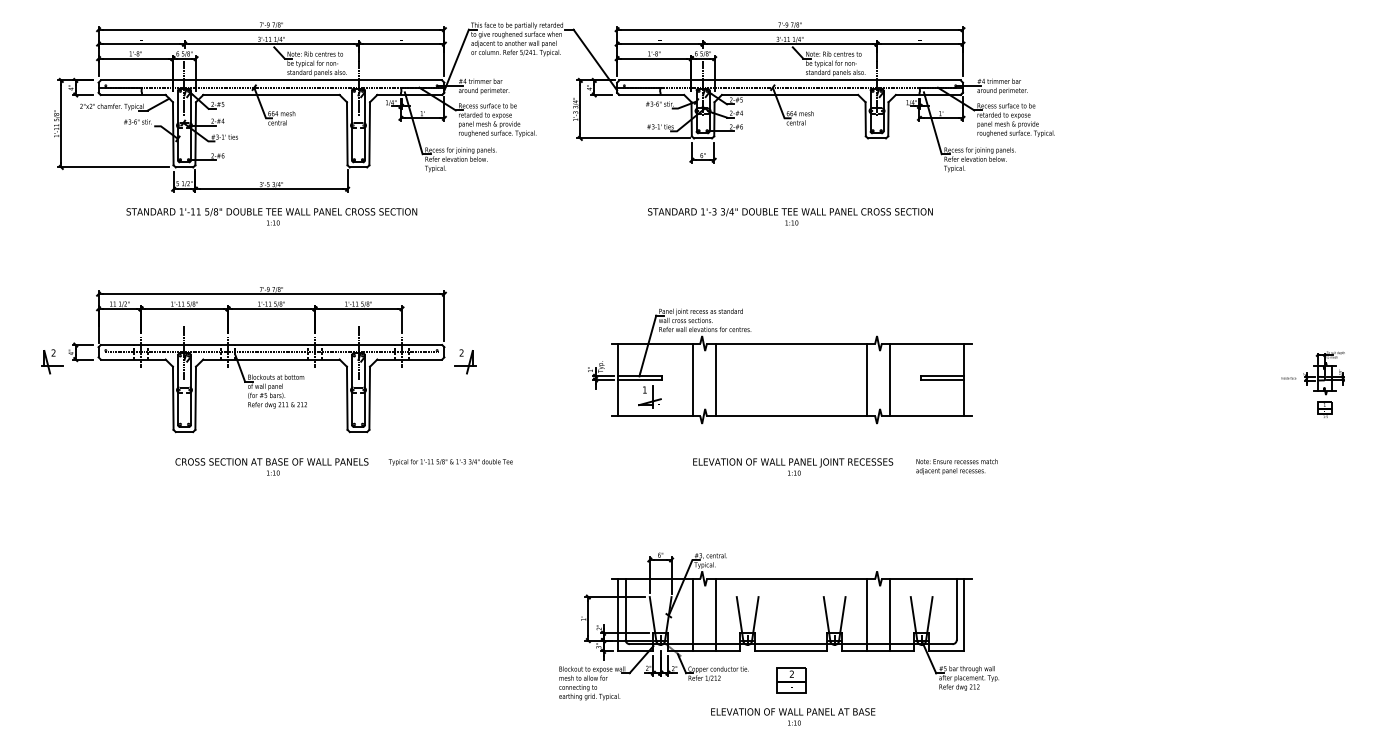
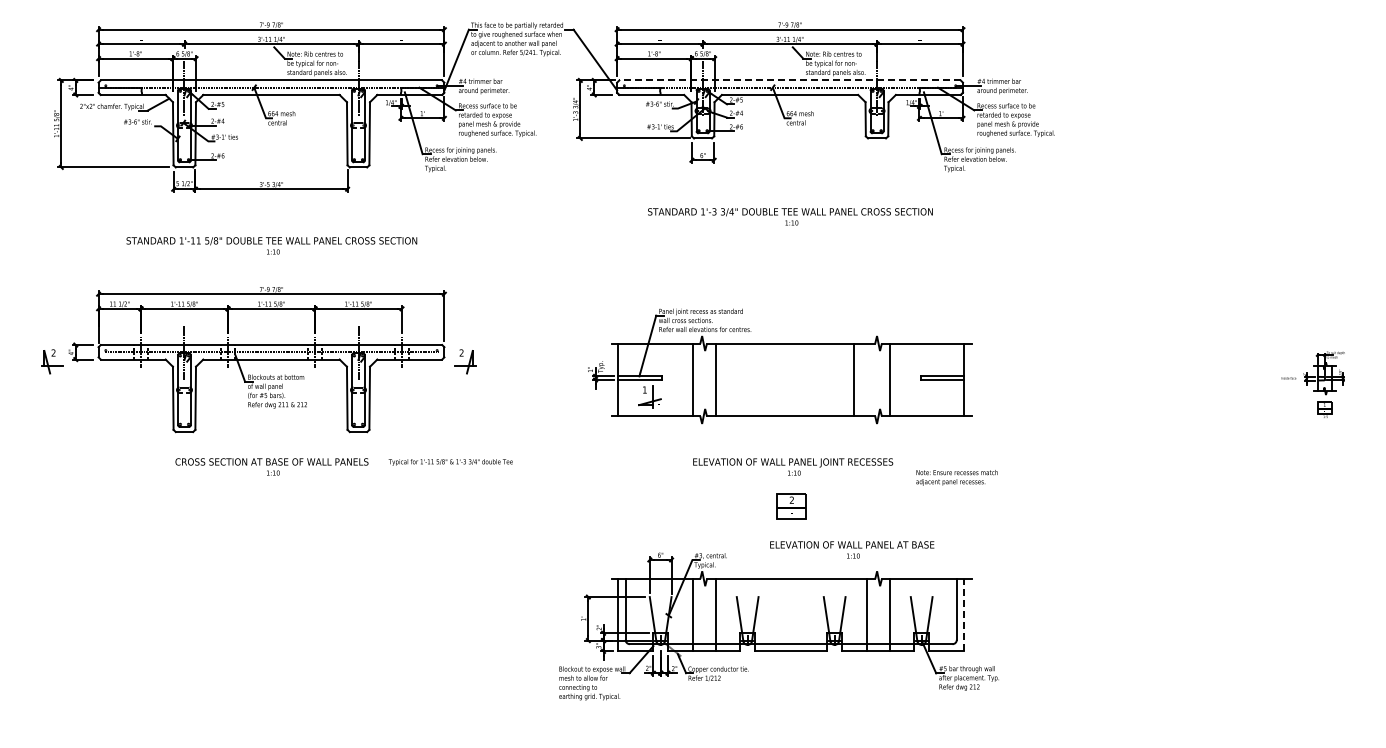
line at (790, 80): solid -> dashed
text at (271, 216) position: (271, 216) -> (271, 245)
line at (866, 379) position: (866, 379) -> (853, 379)
text at (956, 466) position: (956, 466) -> (956, 477)
line at (964, 614): solid -> dashed
part at (791, 680) position: (791, 680) -> (791, 506)
text at (793, 716) position: (793, 716) -> (852, 549)
